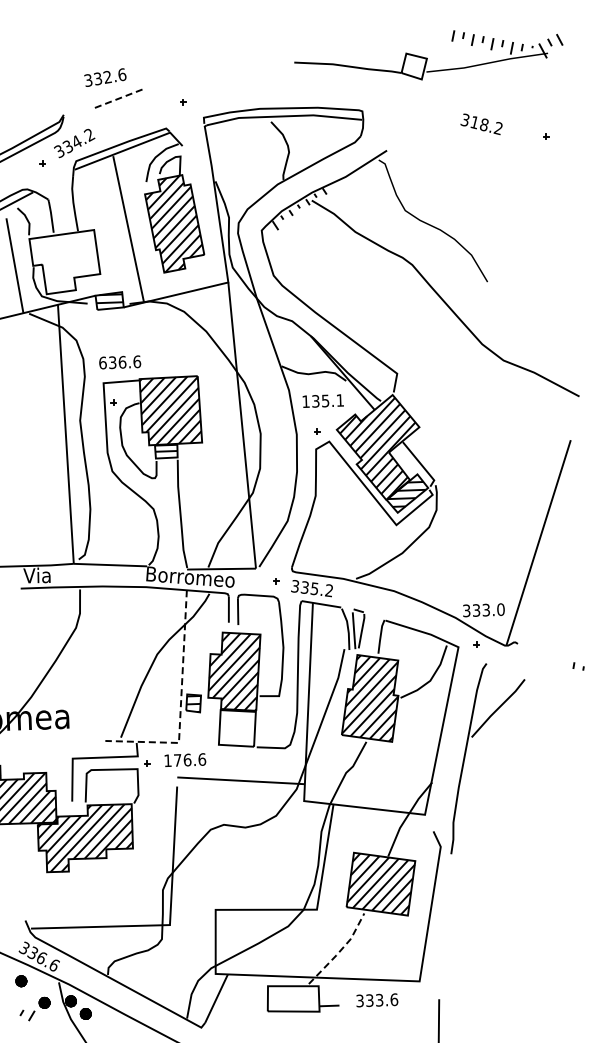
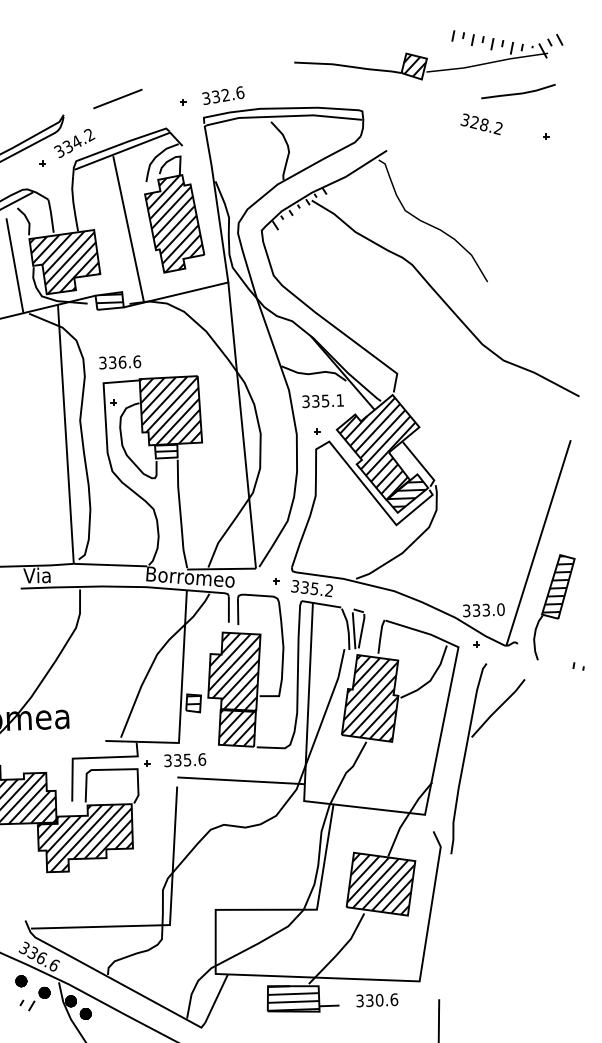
hatch at (415, 66): none -> present
text at (105, 77) position: (105, 77) -> (223, 95)
line at (519, 92): none -> present
line at (117, 99): dashed -> solid
text at (473, 121): 318.2 -> 328.2
hatch at (65, 262): none -> present
text at (102, 362): 636.6 -> 336.6
text at (305, 401): 135.1 -> 335.1
part at (554, 607): none -> present
line at (180, 704): dashed -> solid
hatch at (237, 728): none -> present
text at (177, 760): 176.6 -> 335.6
line at (340, 951): dashed -> solid
hatch at (293, 998): none -> present
text at (379, 1000): 333.6 -> 330.6
part at (34, 1008) position: (34, 1008) -> (34, 998)
